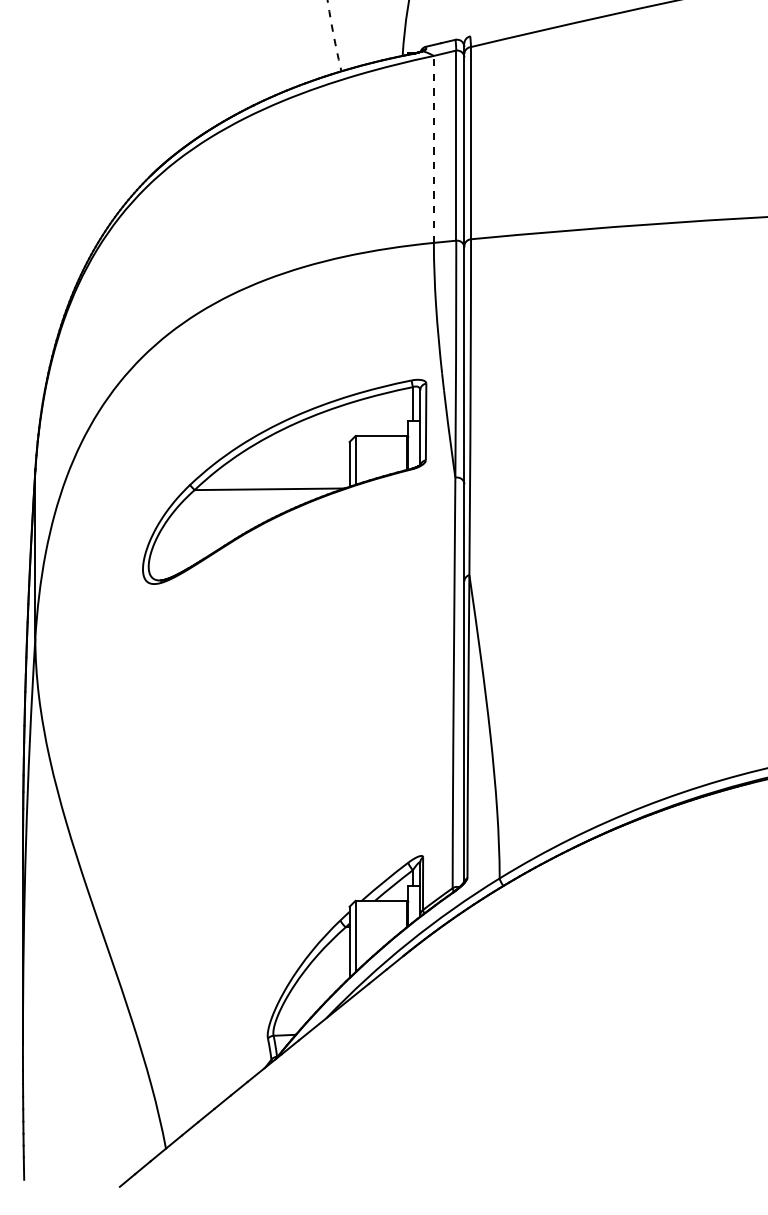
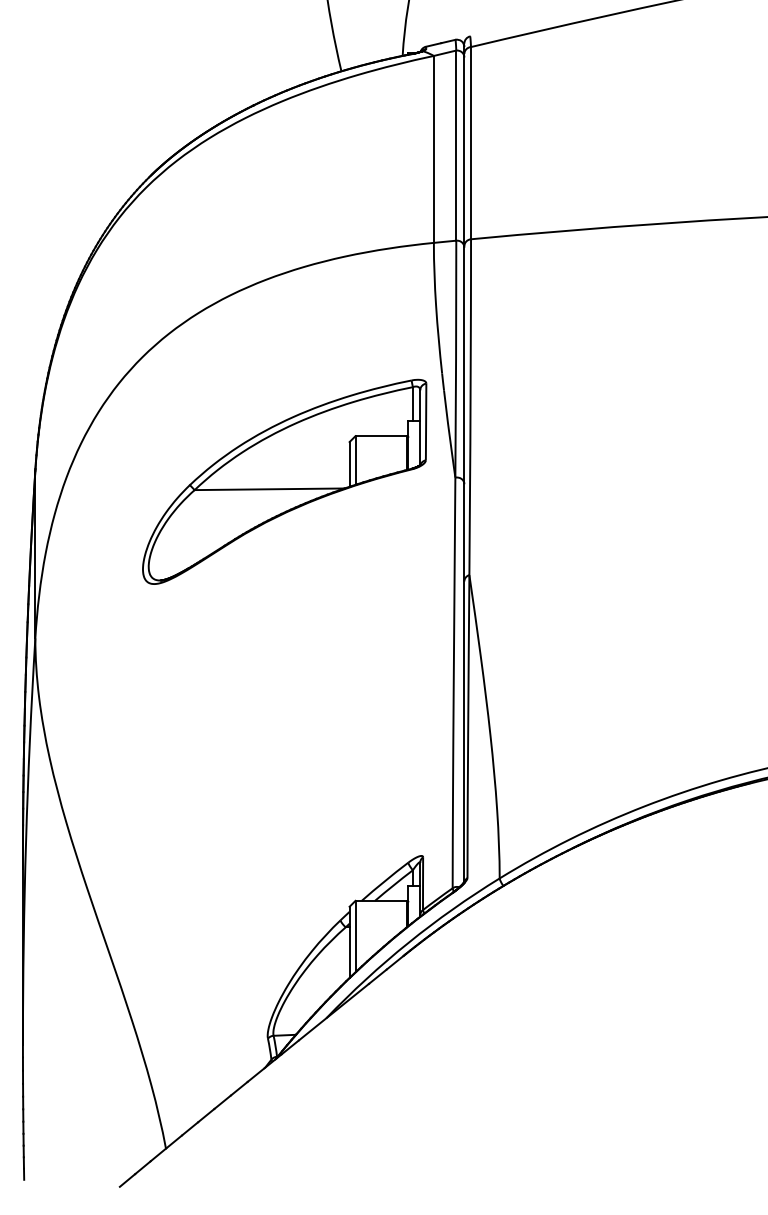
arc at (333, 36): dashed -> solid
line at (433, 148): dashed -> solid
